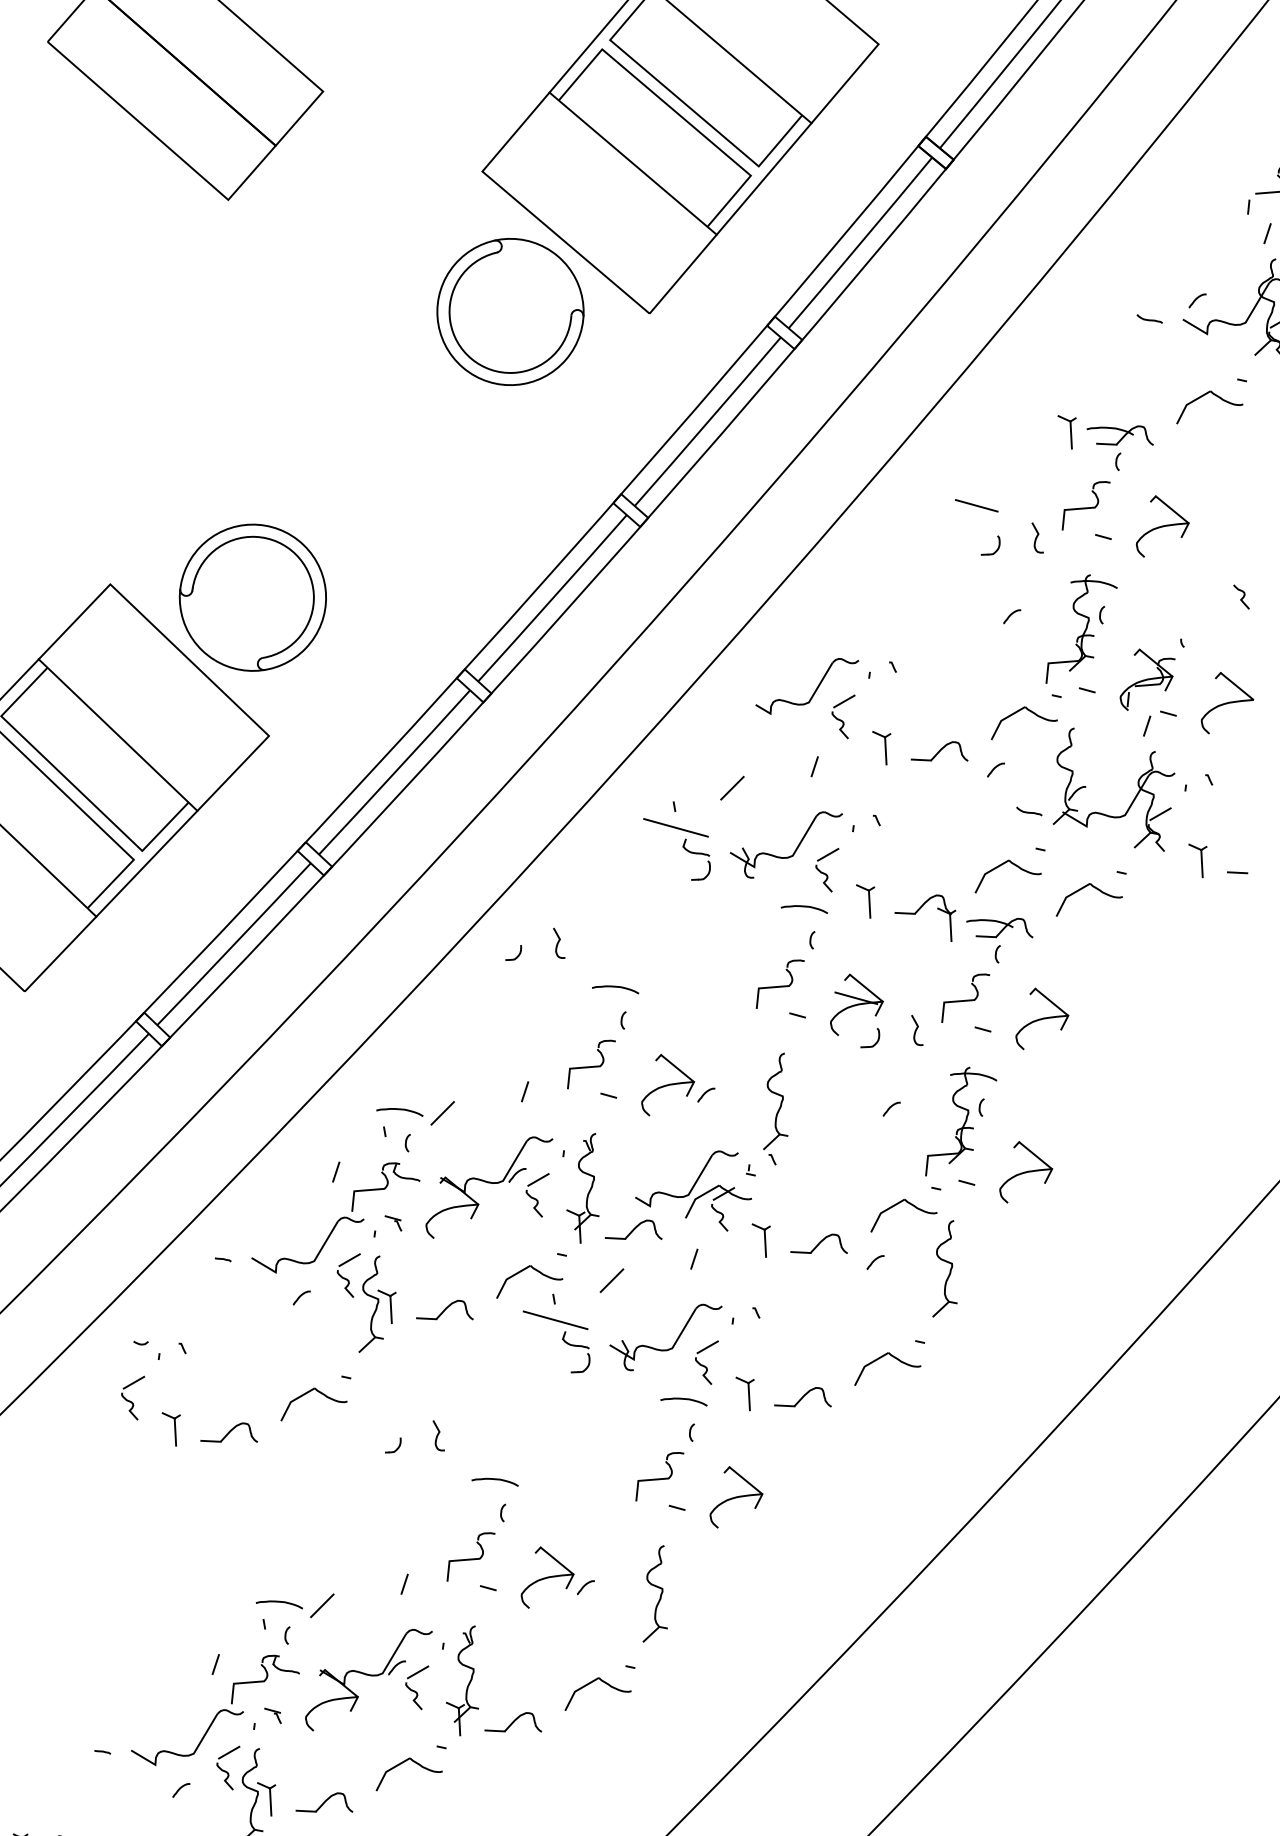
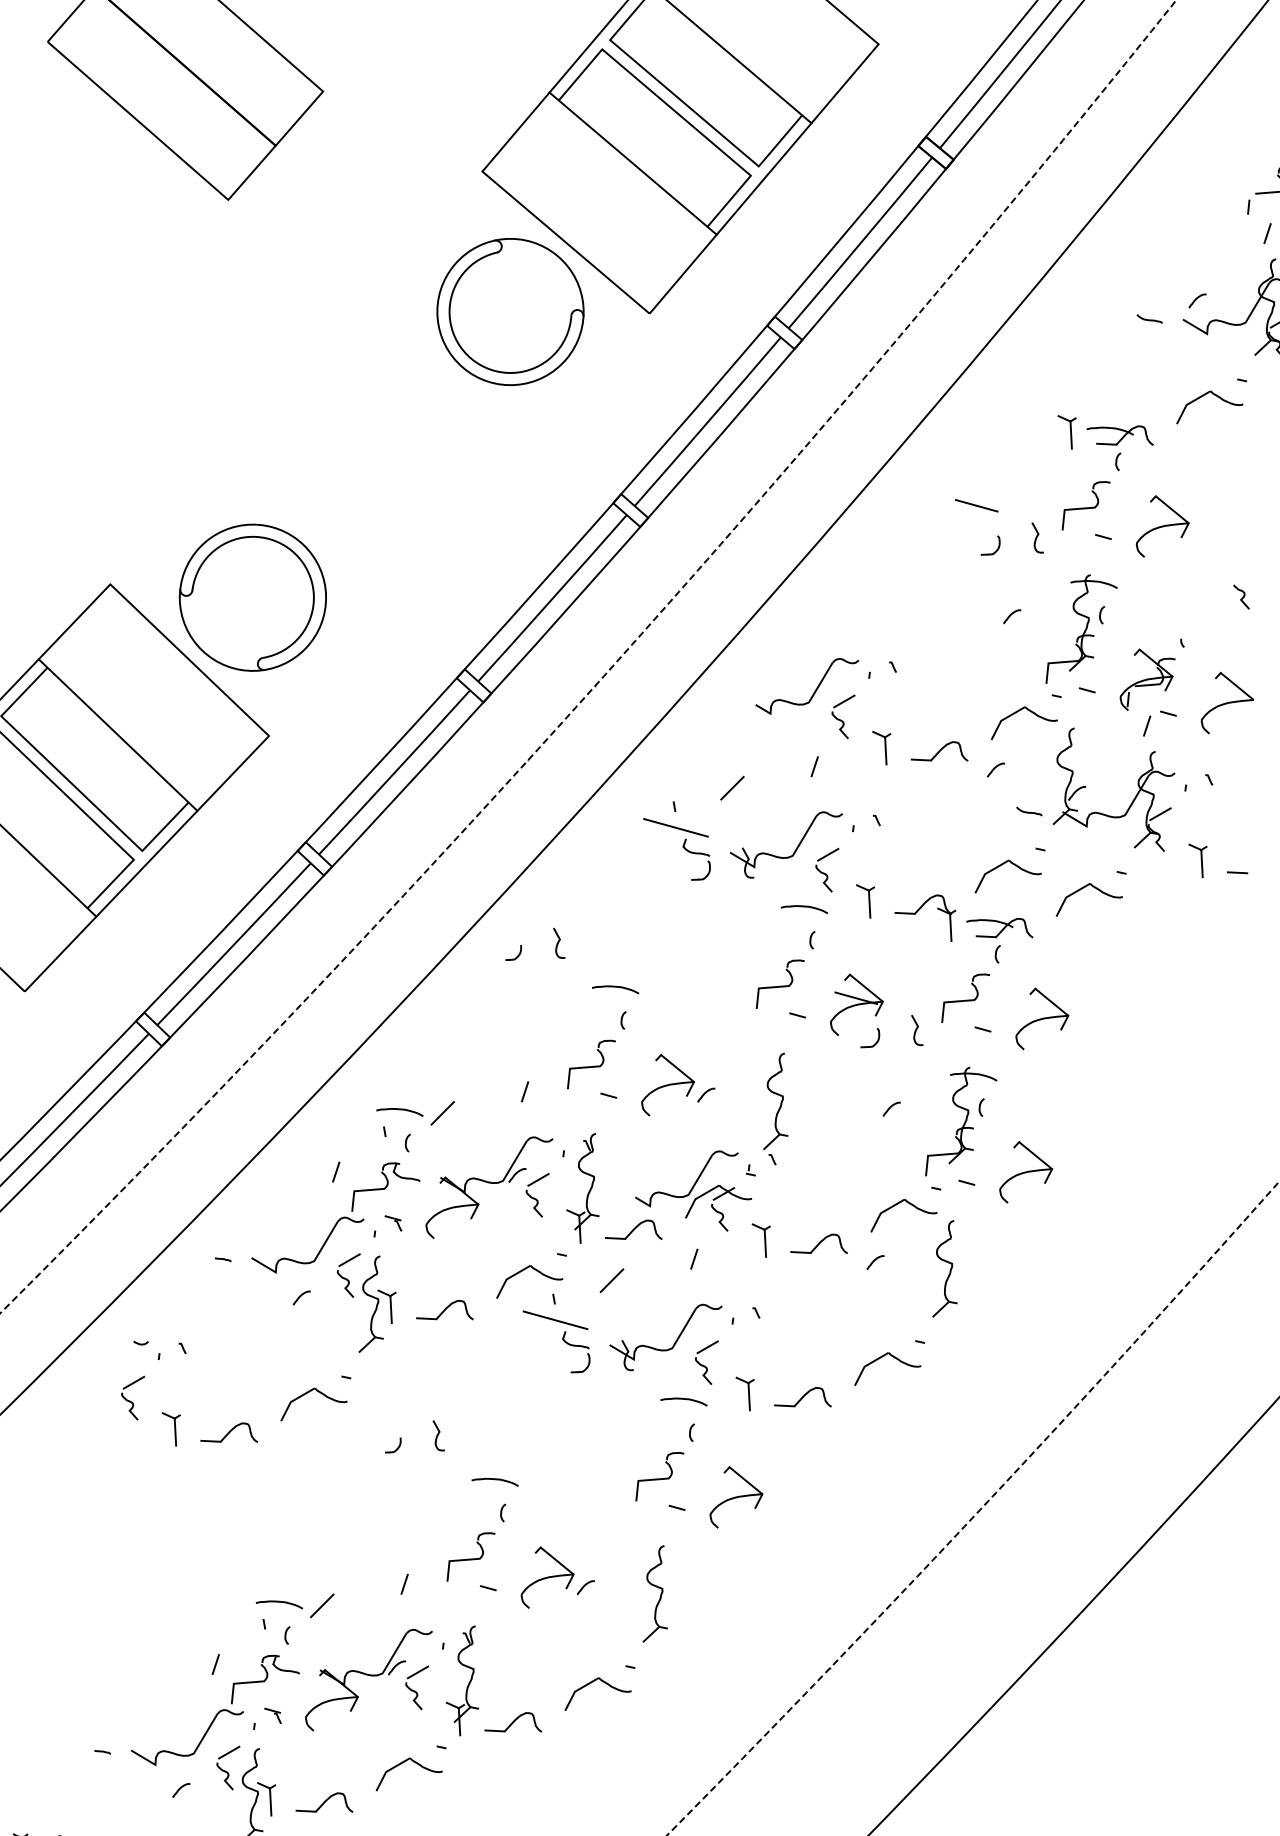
arc at (606, 673): solid -> dashed
arc at (977, 1512): solid -> dashed
